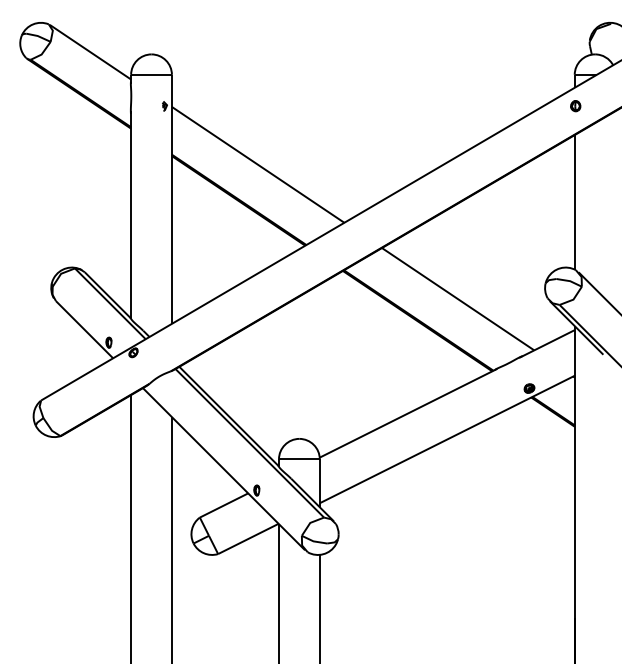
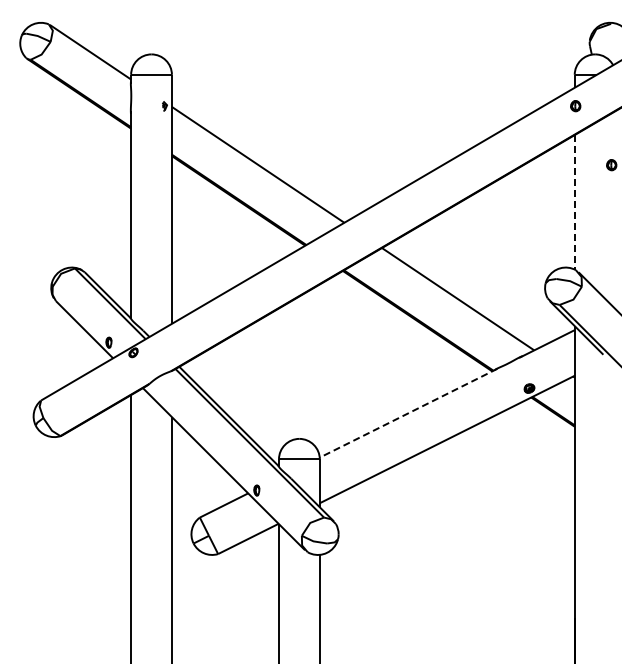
part at (611, 165): none -> present
line at (574, 202): solid -> dashed
line at (408, 413): solid -> dashed
